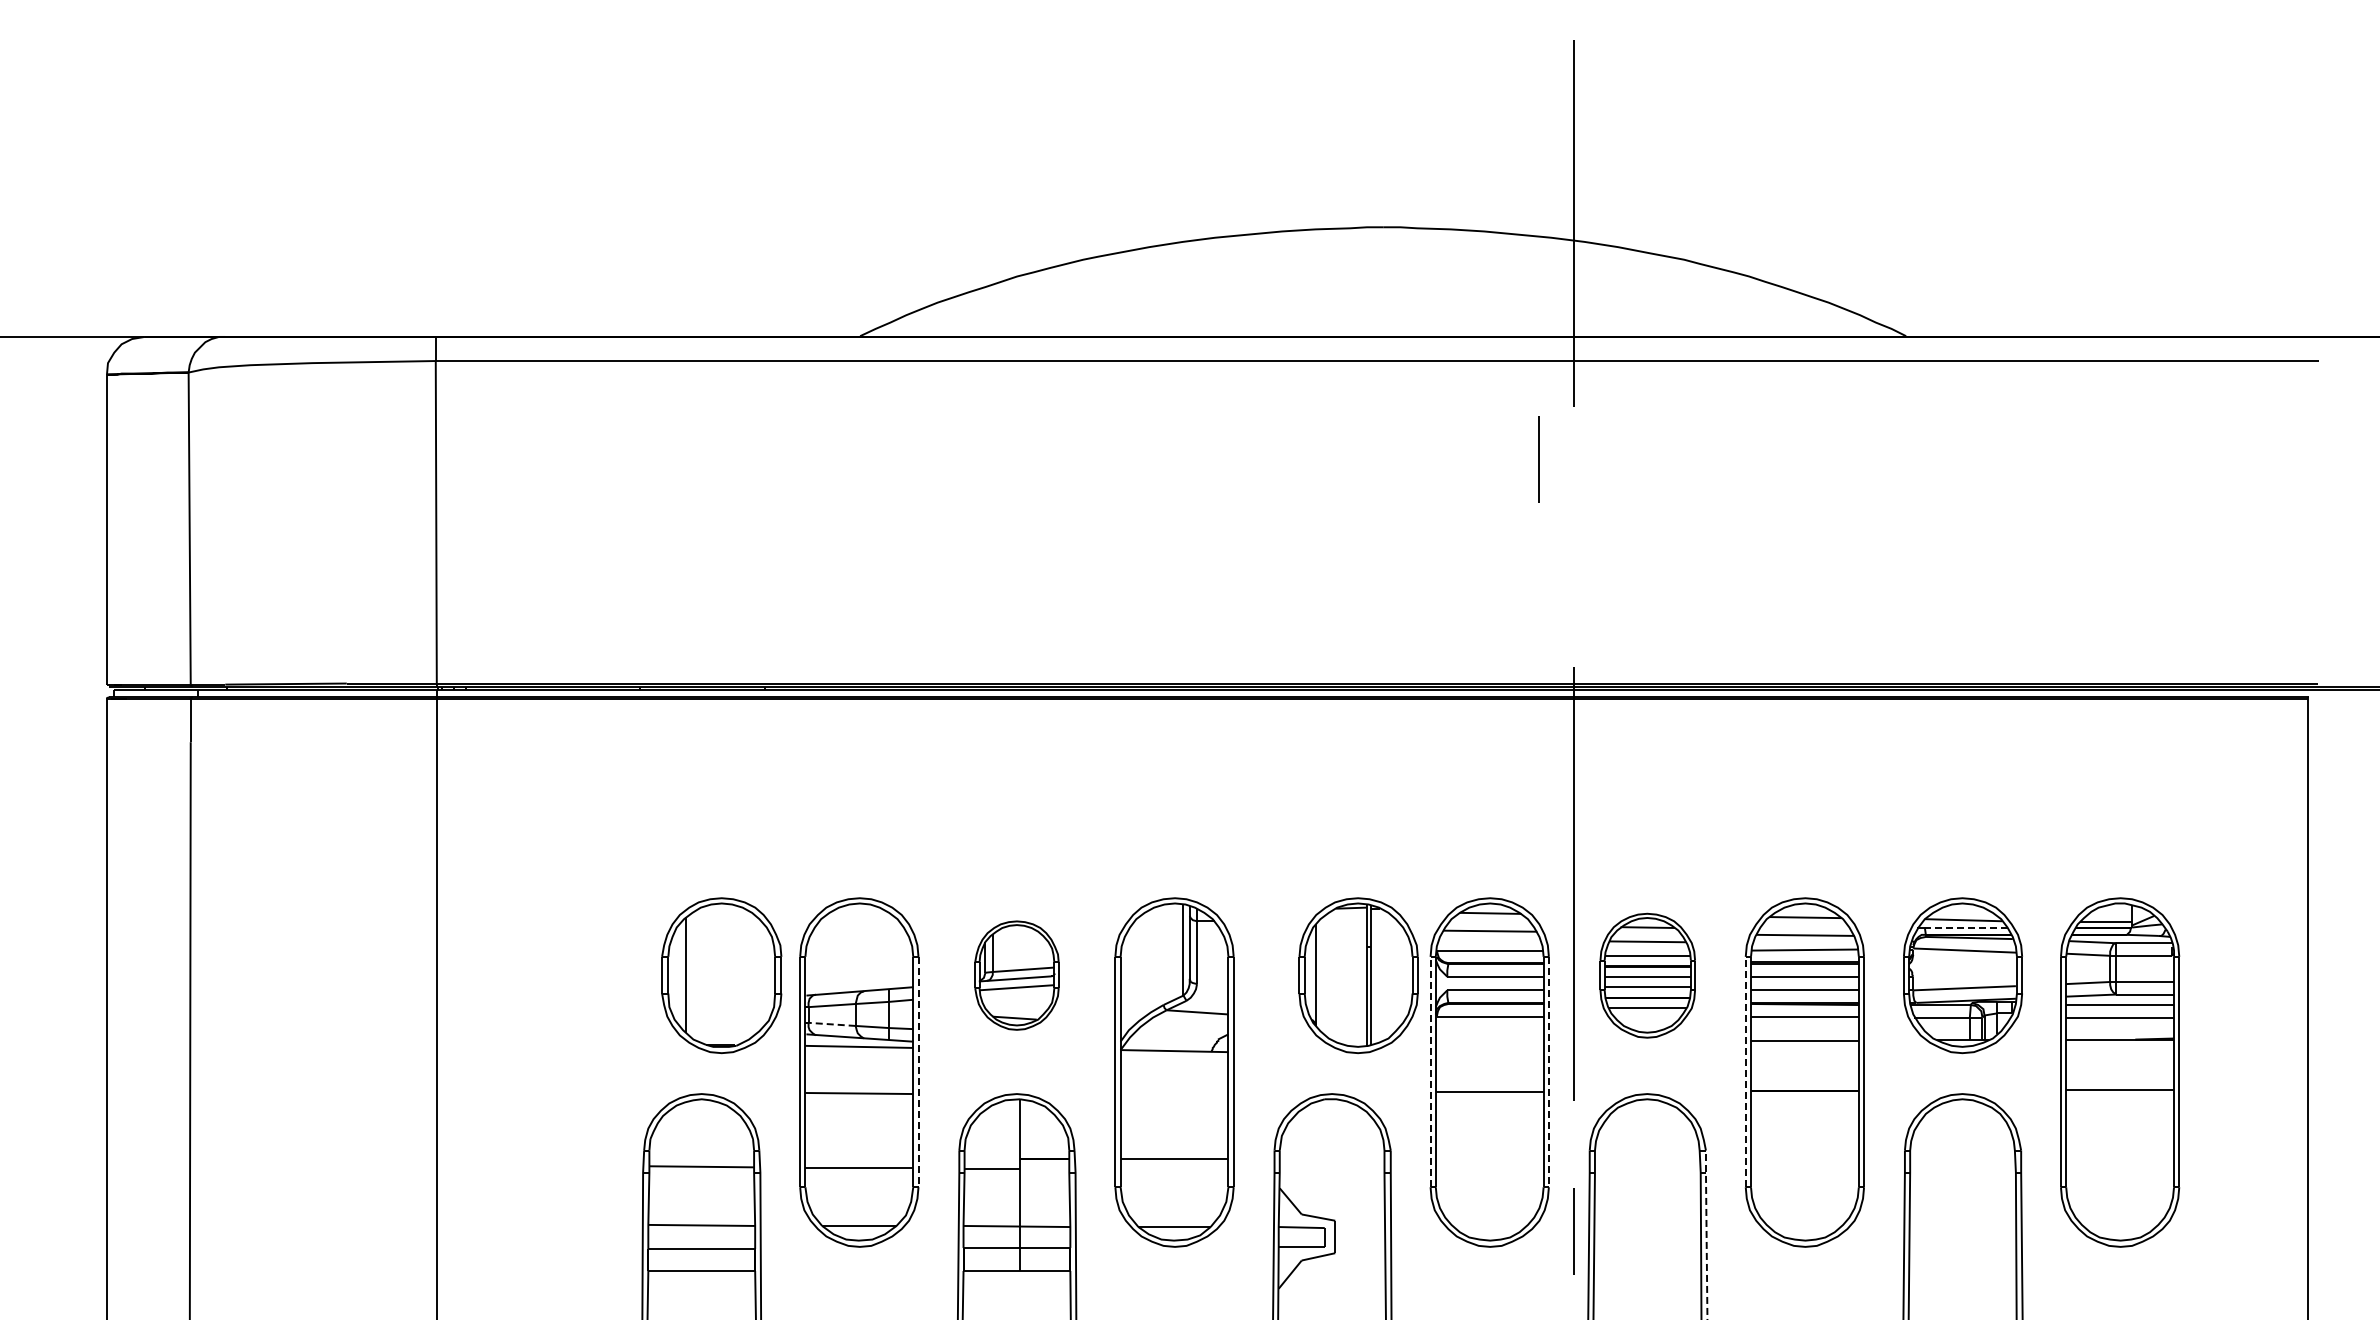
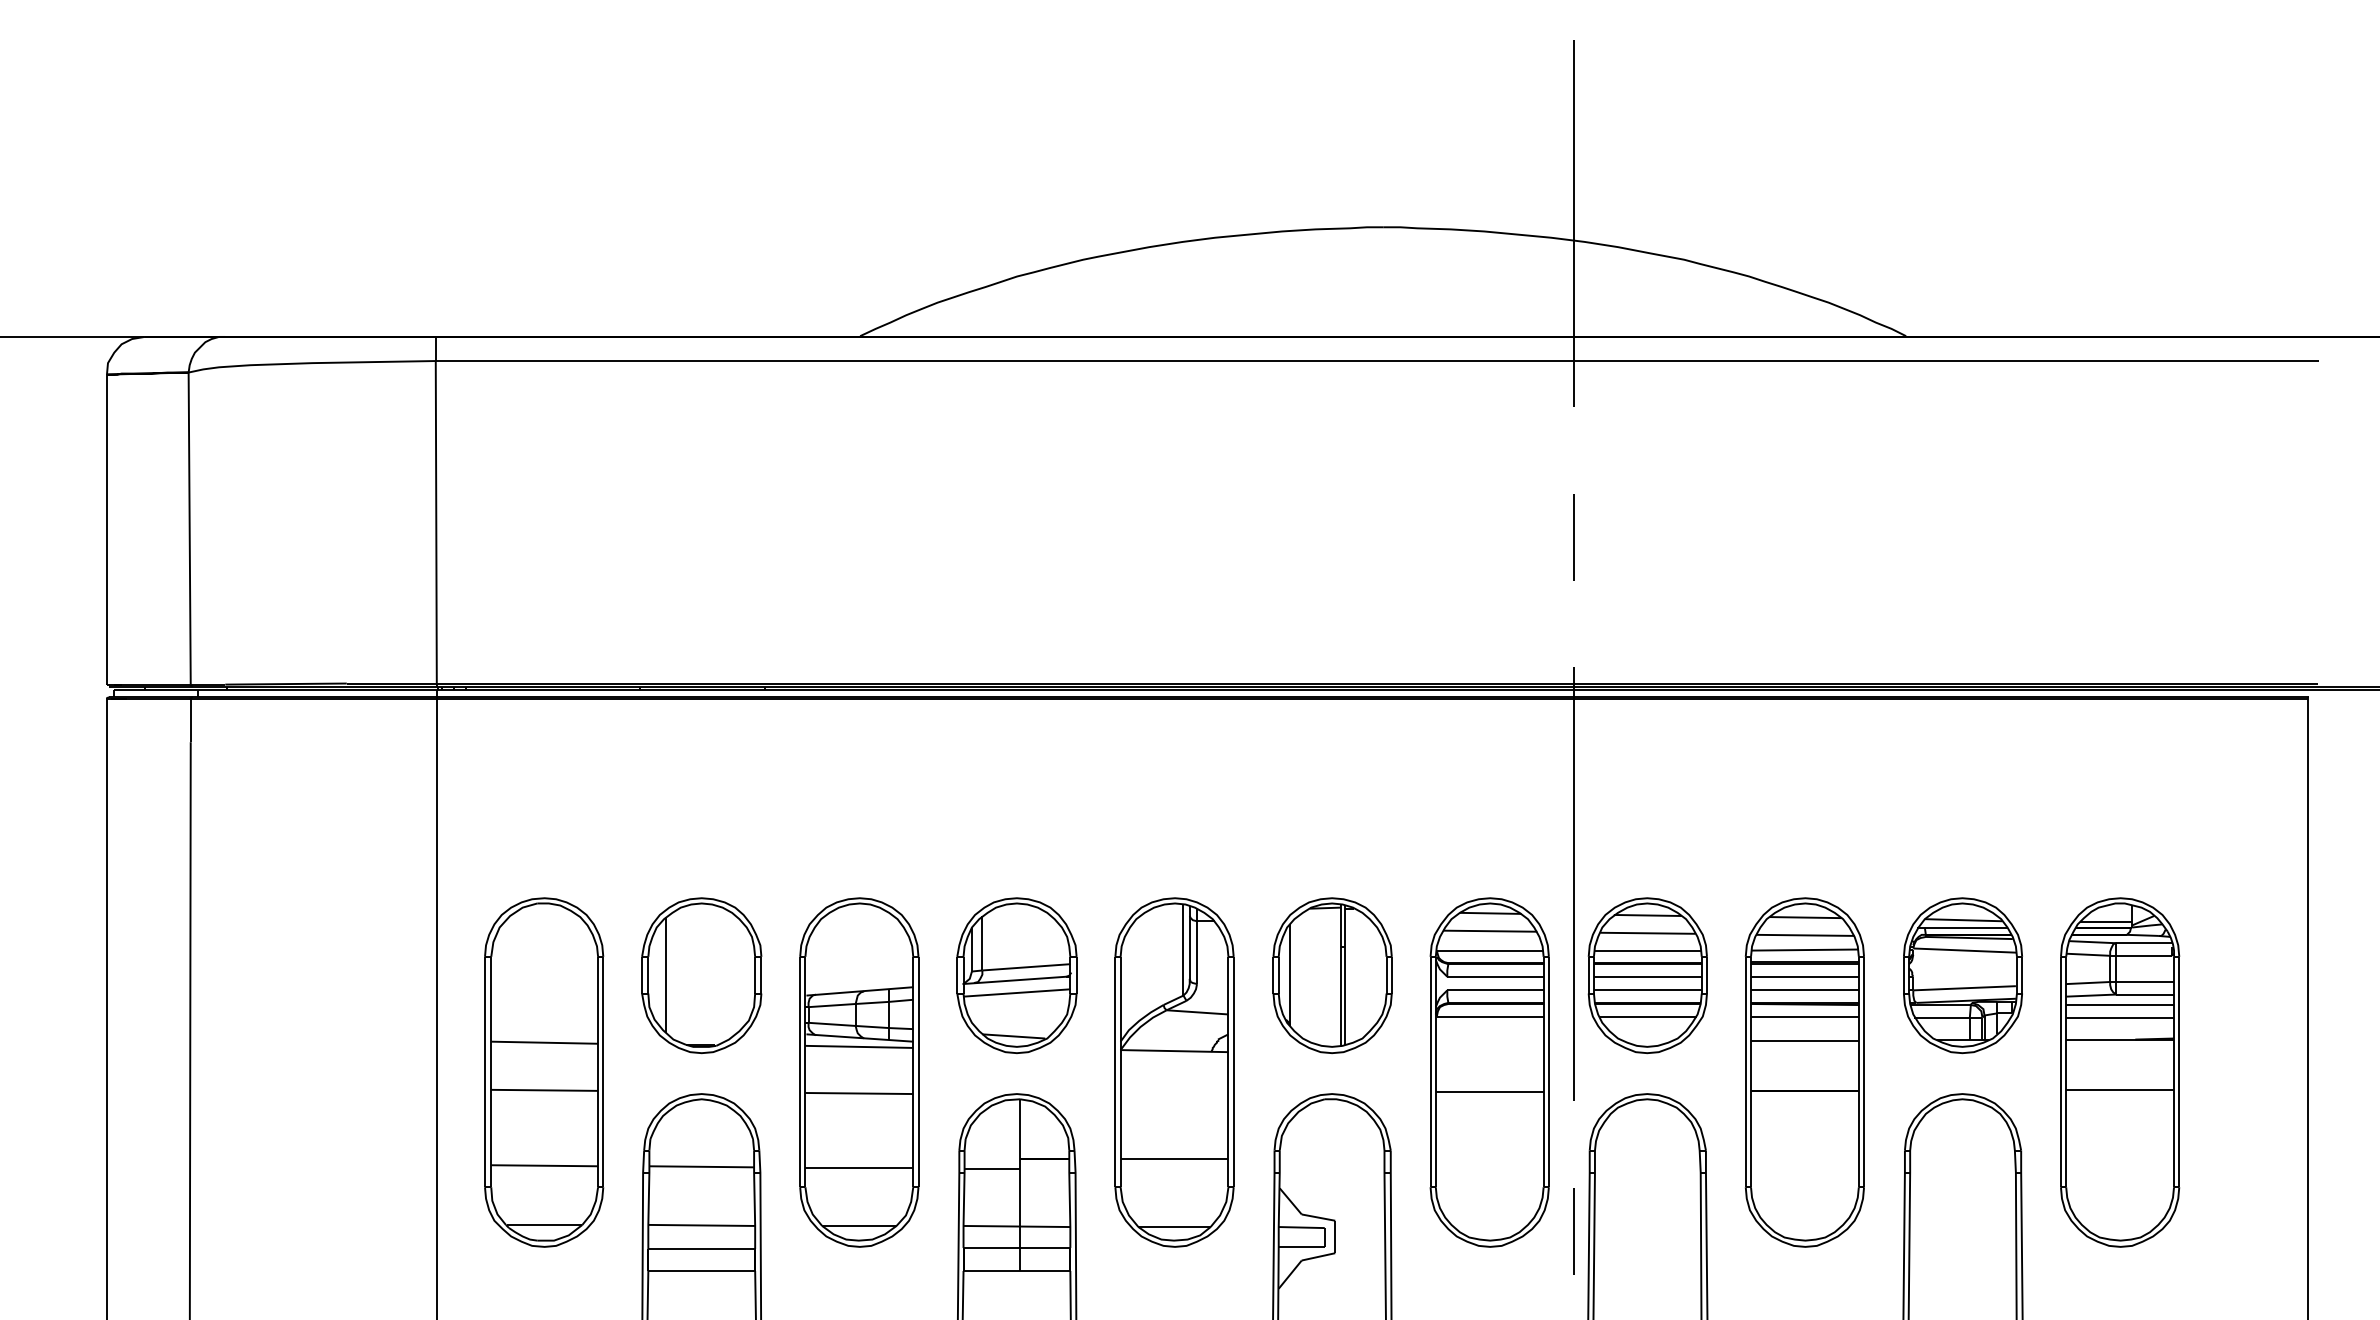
line at (1538, 459) position: (1538, 459) -> (1573, 537)
line at (1965, 927): dashed -> solid
part at (721, 975) position: (721, 975) -> (701, 975)
part at (1016, 975) size: 86x111 px -> 122x157 px
part at (1358, 975) position: (1358, 975) -> (1332, 975)
part at (1647, 975) size: 97x127 px -> 121x158 px
line at (832, 1024): dashed -> solid
line at (1430, 1071): dashed -> solid
line at (1745, 1071): dashed -> solid
part at (544, 1072): none -> present
line at (918, 1072): dashed -> solid
line at (1548, 1072): dashed -> solid
line at (1706, 1234): dashed -> solid
